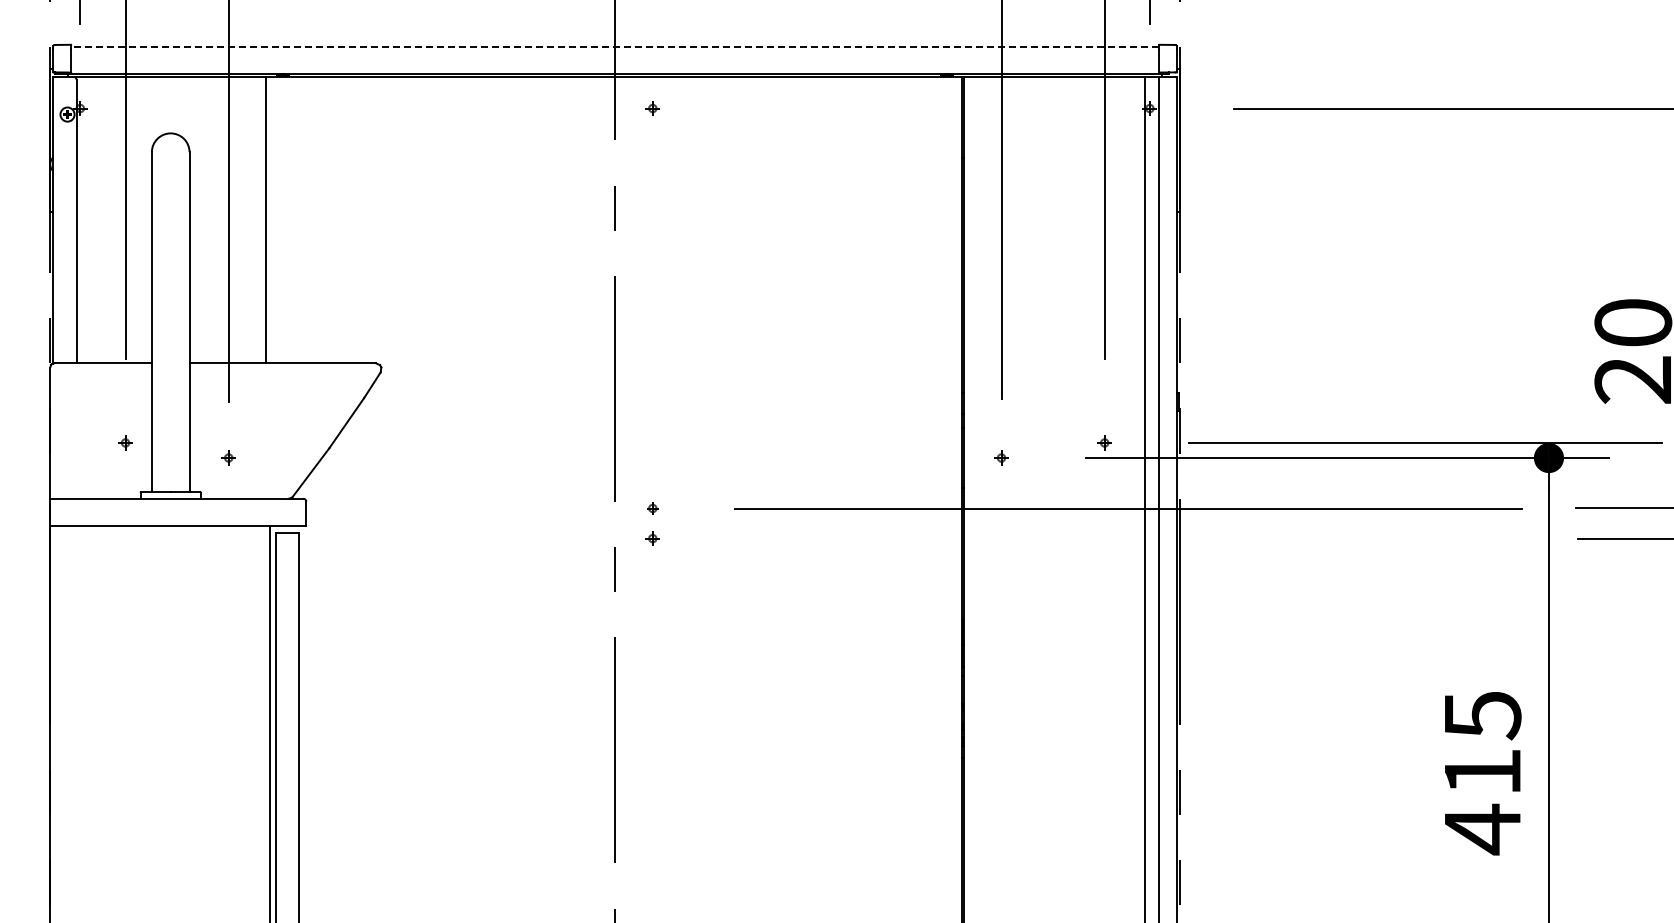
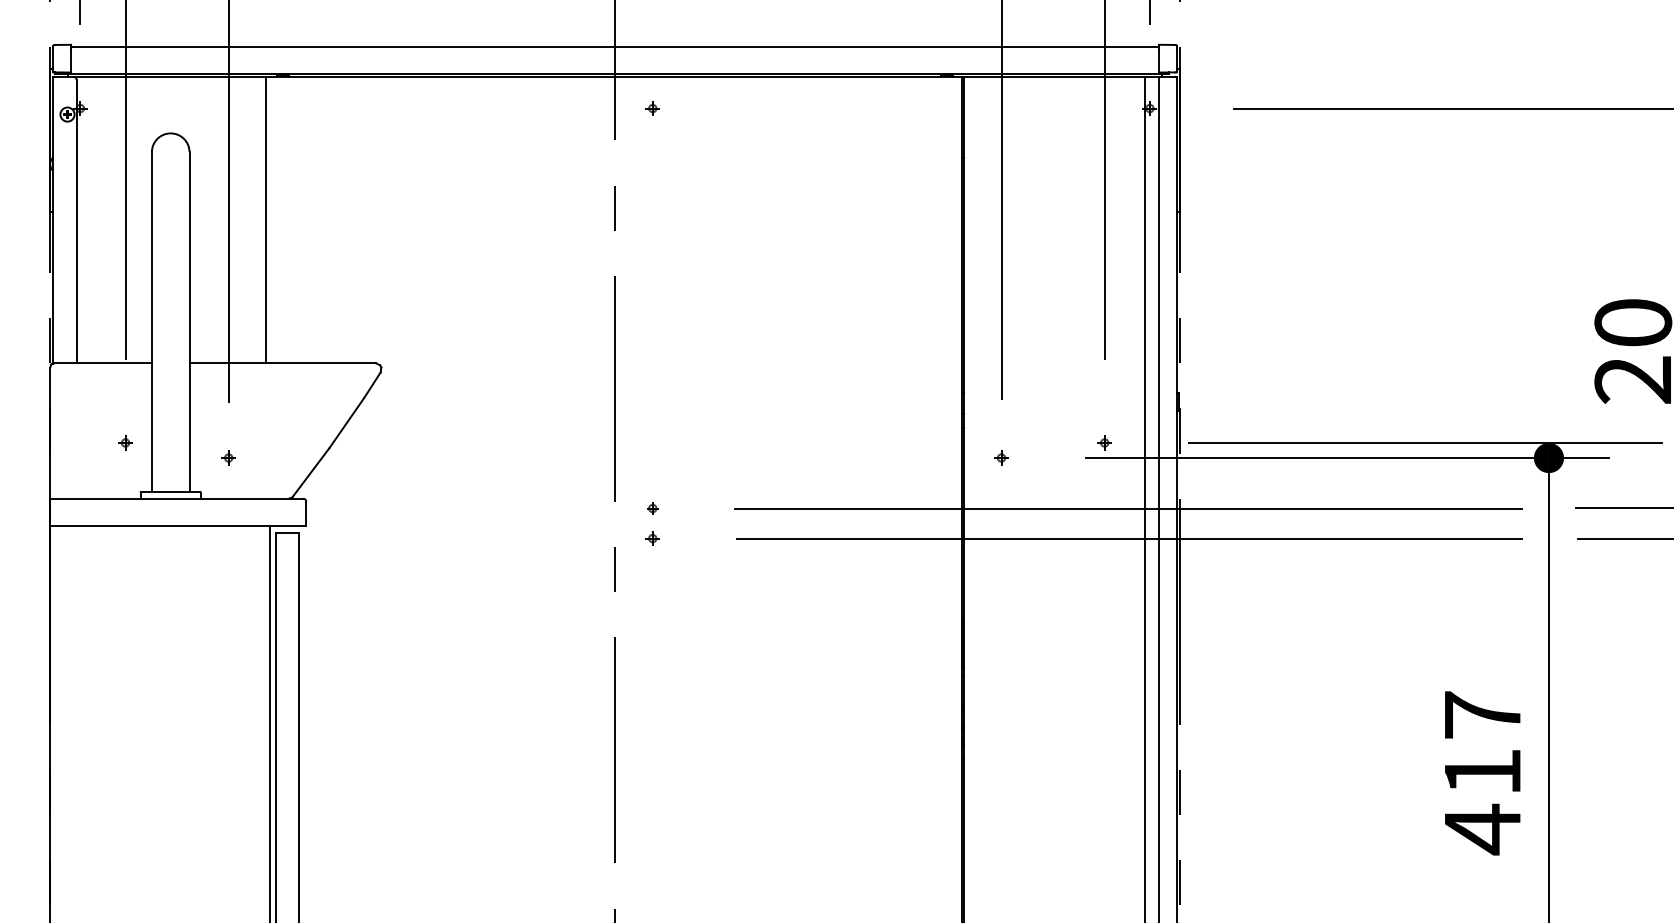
line at (615, 46): dashed -> solid
line at (1129, 538): none -> present
text at (1483, 715): 415 -> 417
